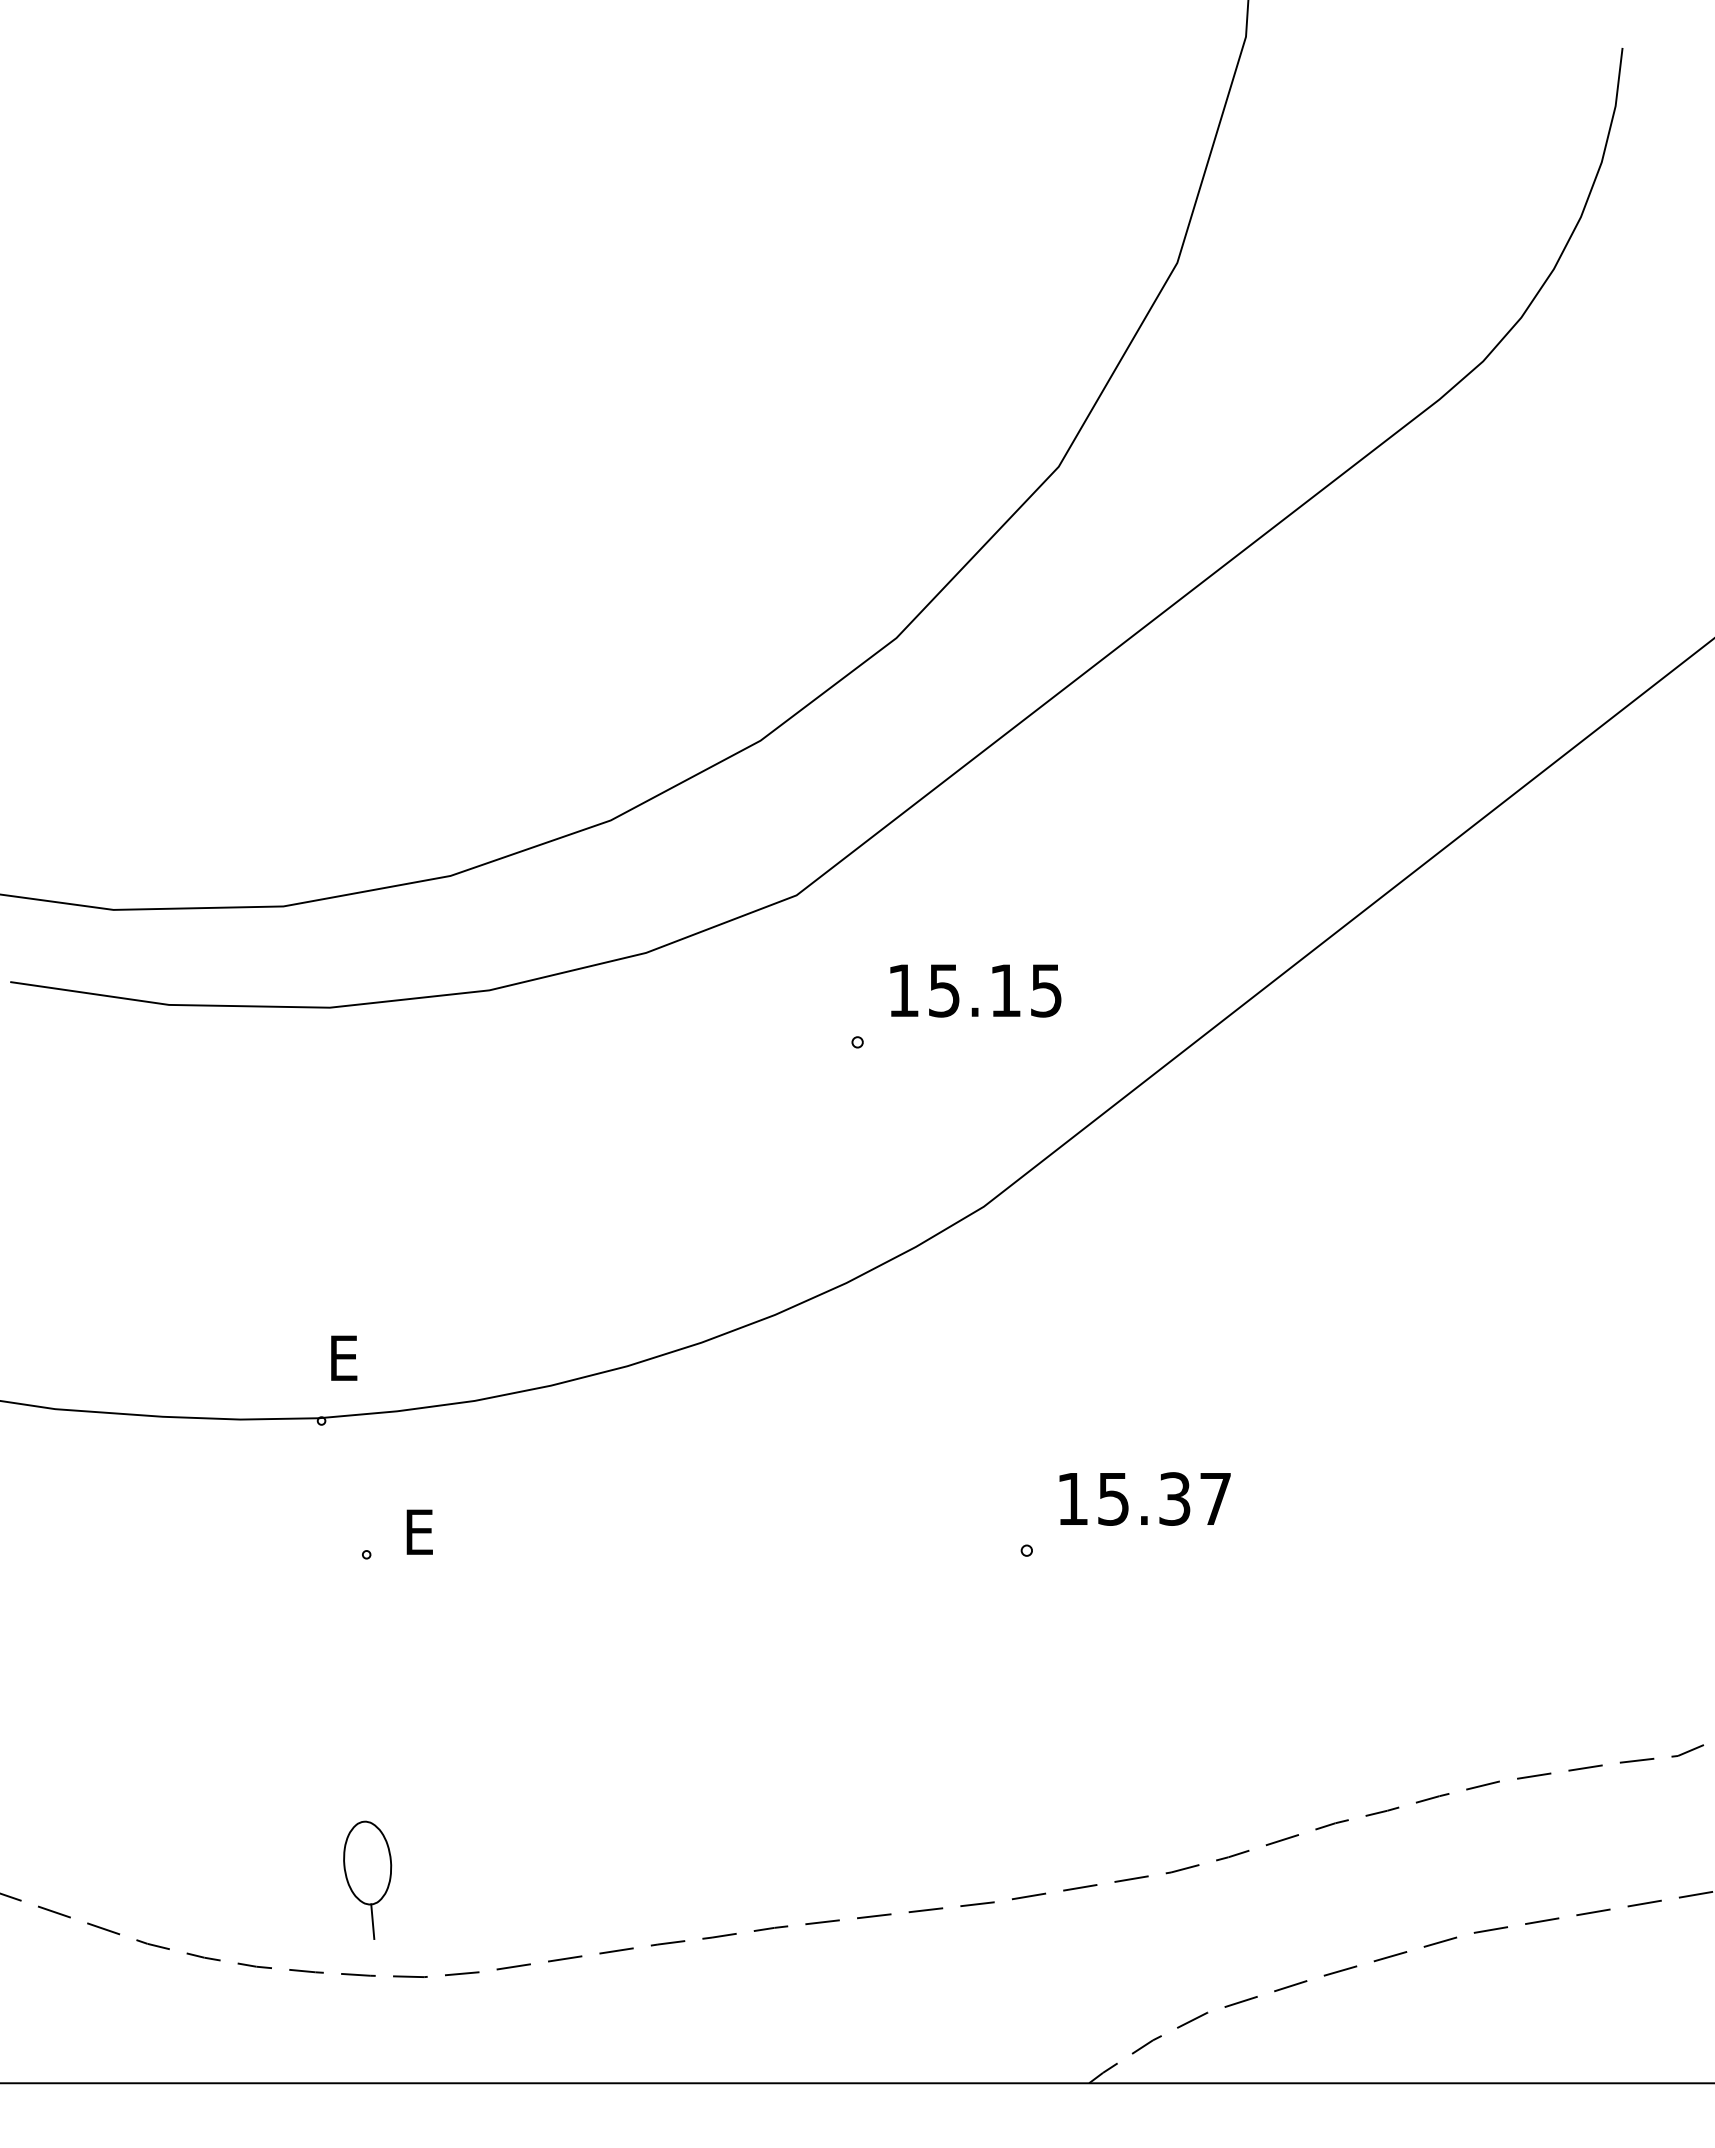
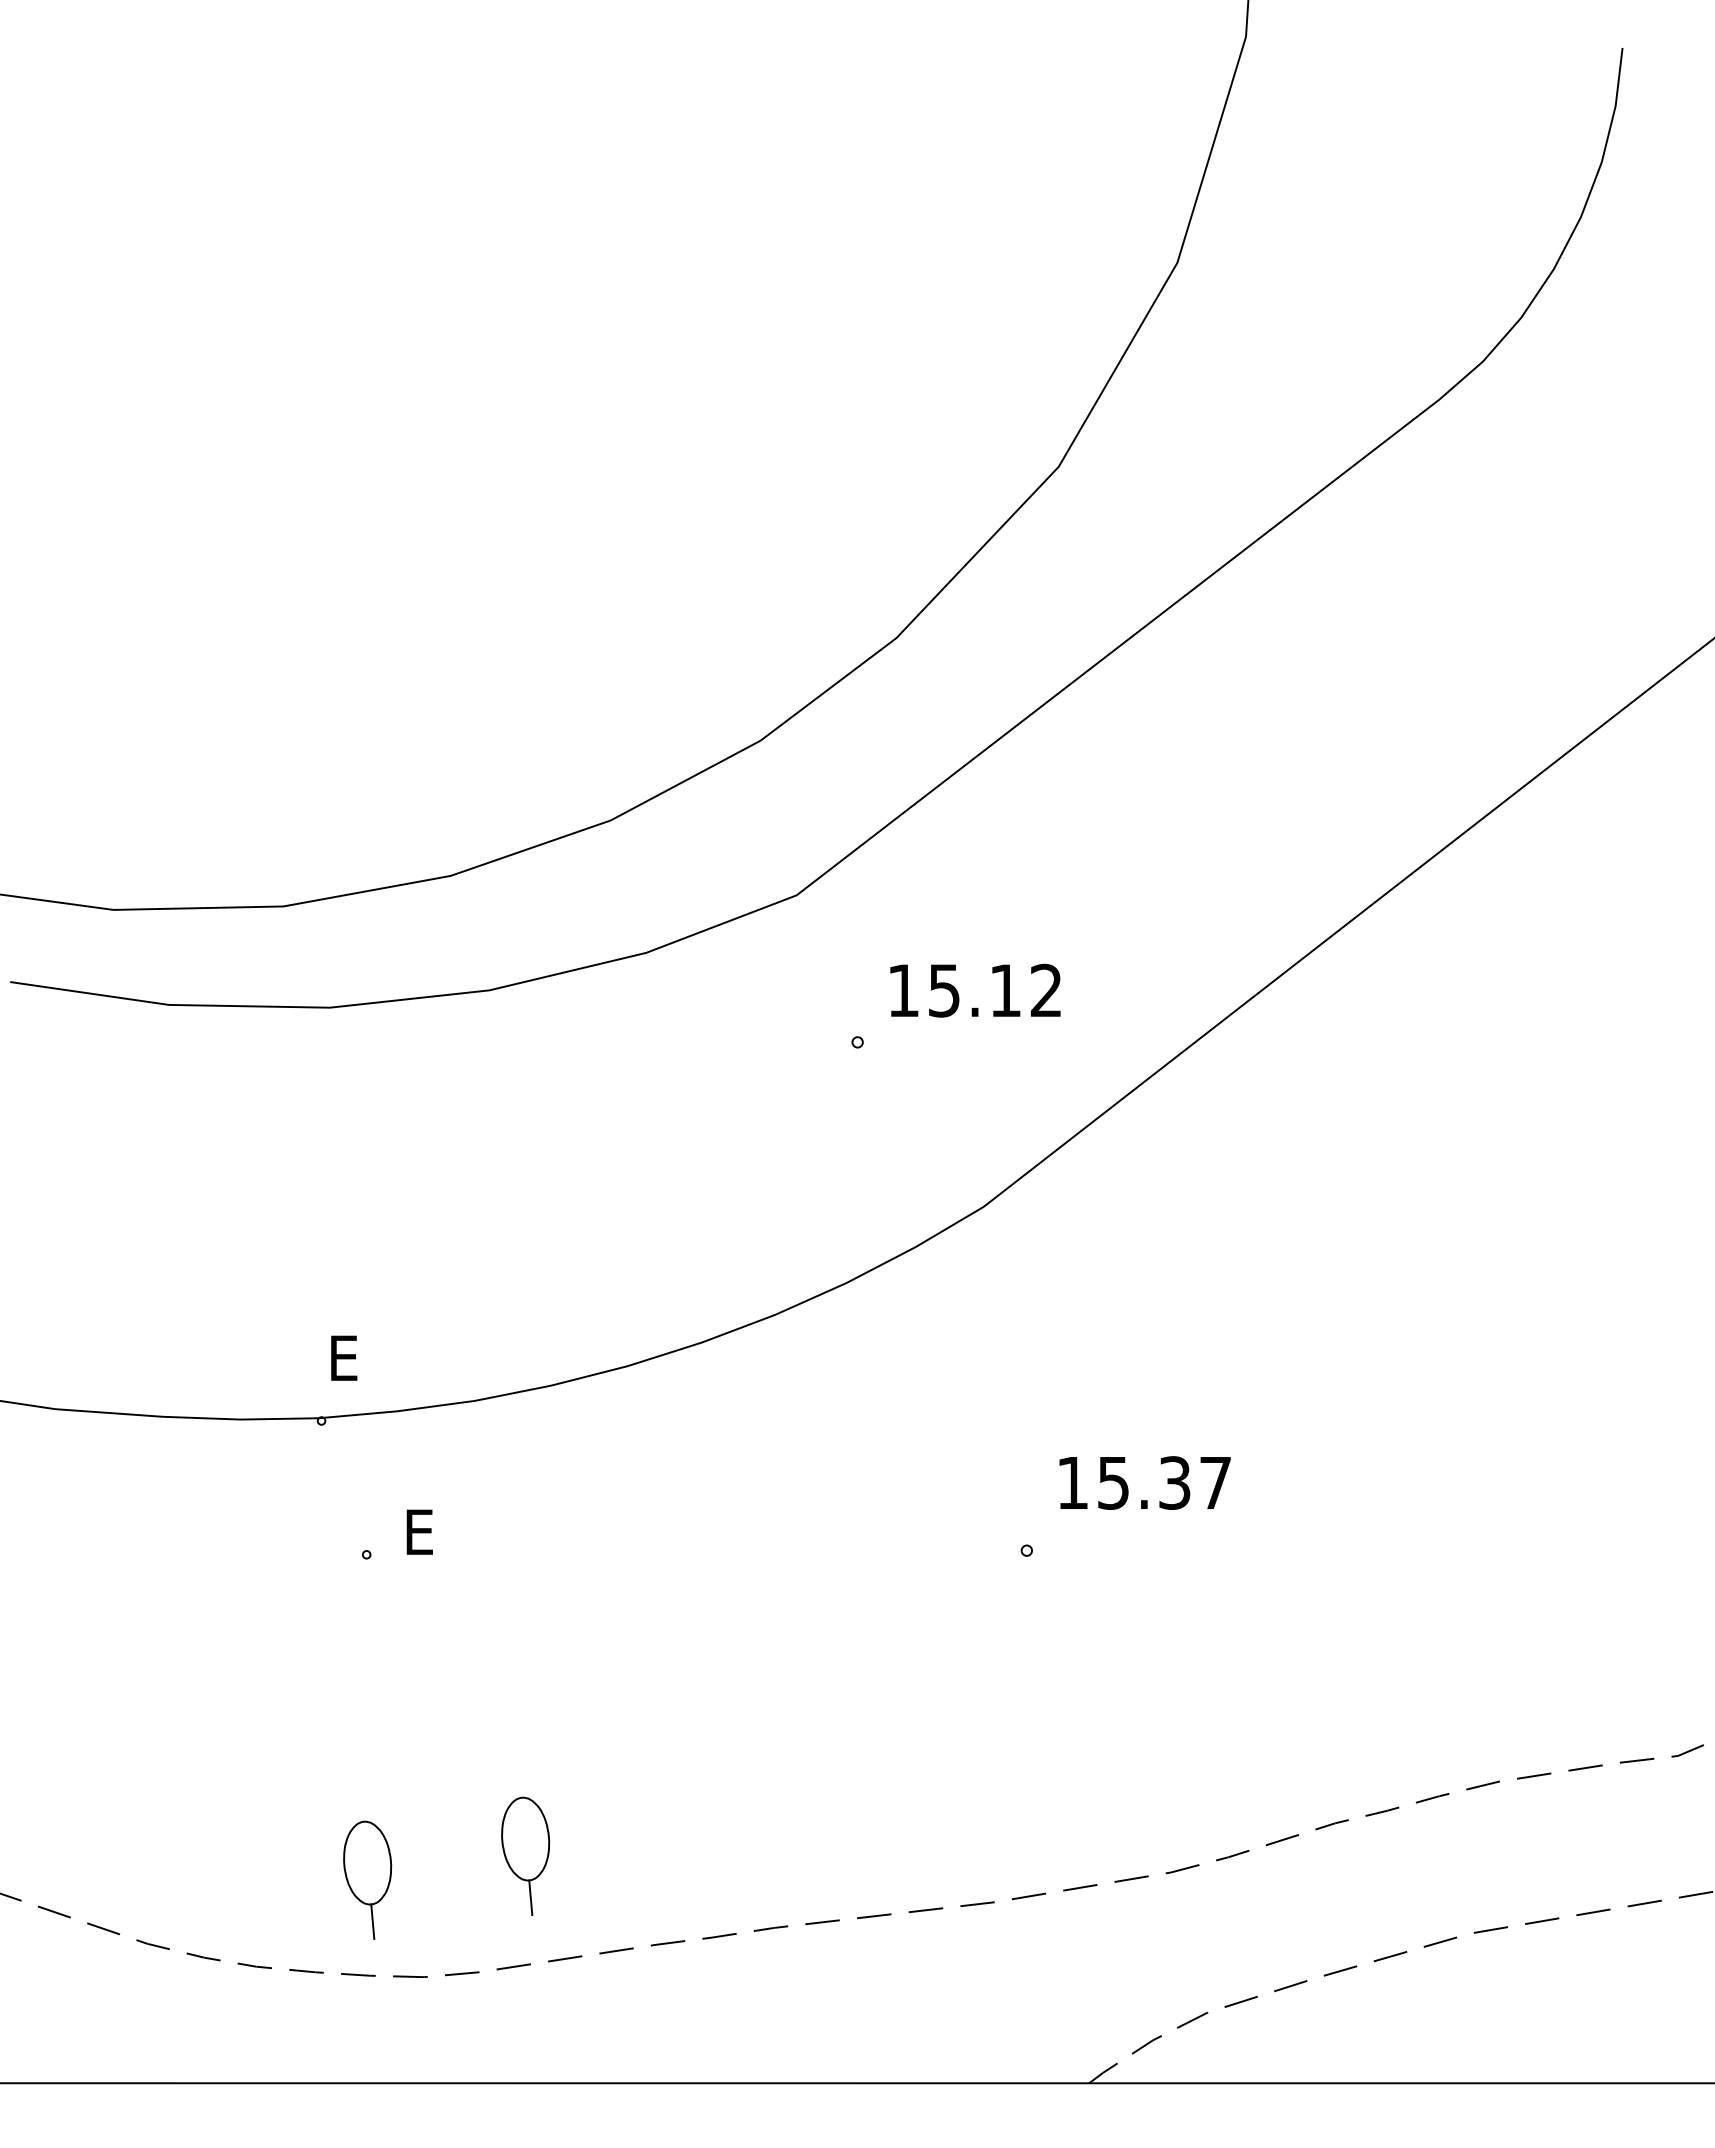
text at (1045, 990): 15.15 -> 15.12
text at (1144, 1498) position: (1144, 1498) -> (1144, 1482)
part at (525, 1855): none -> present
